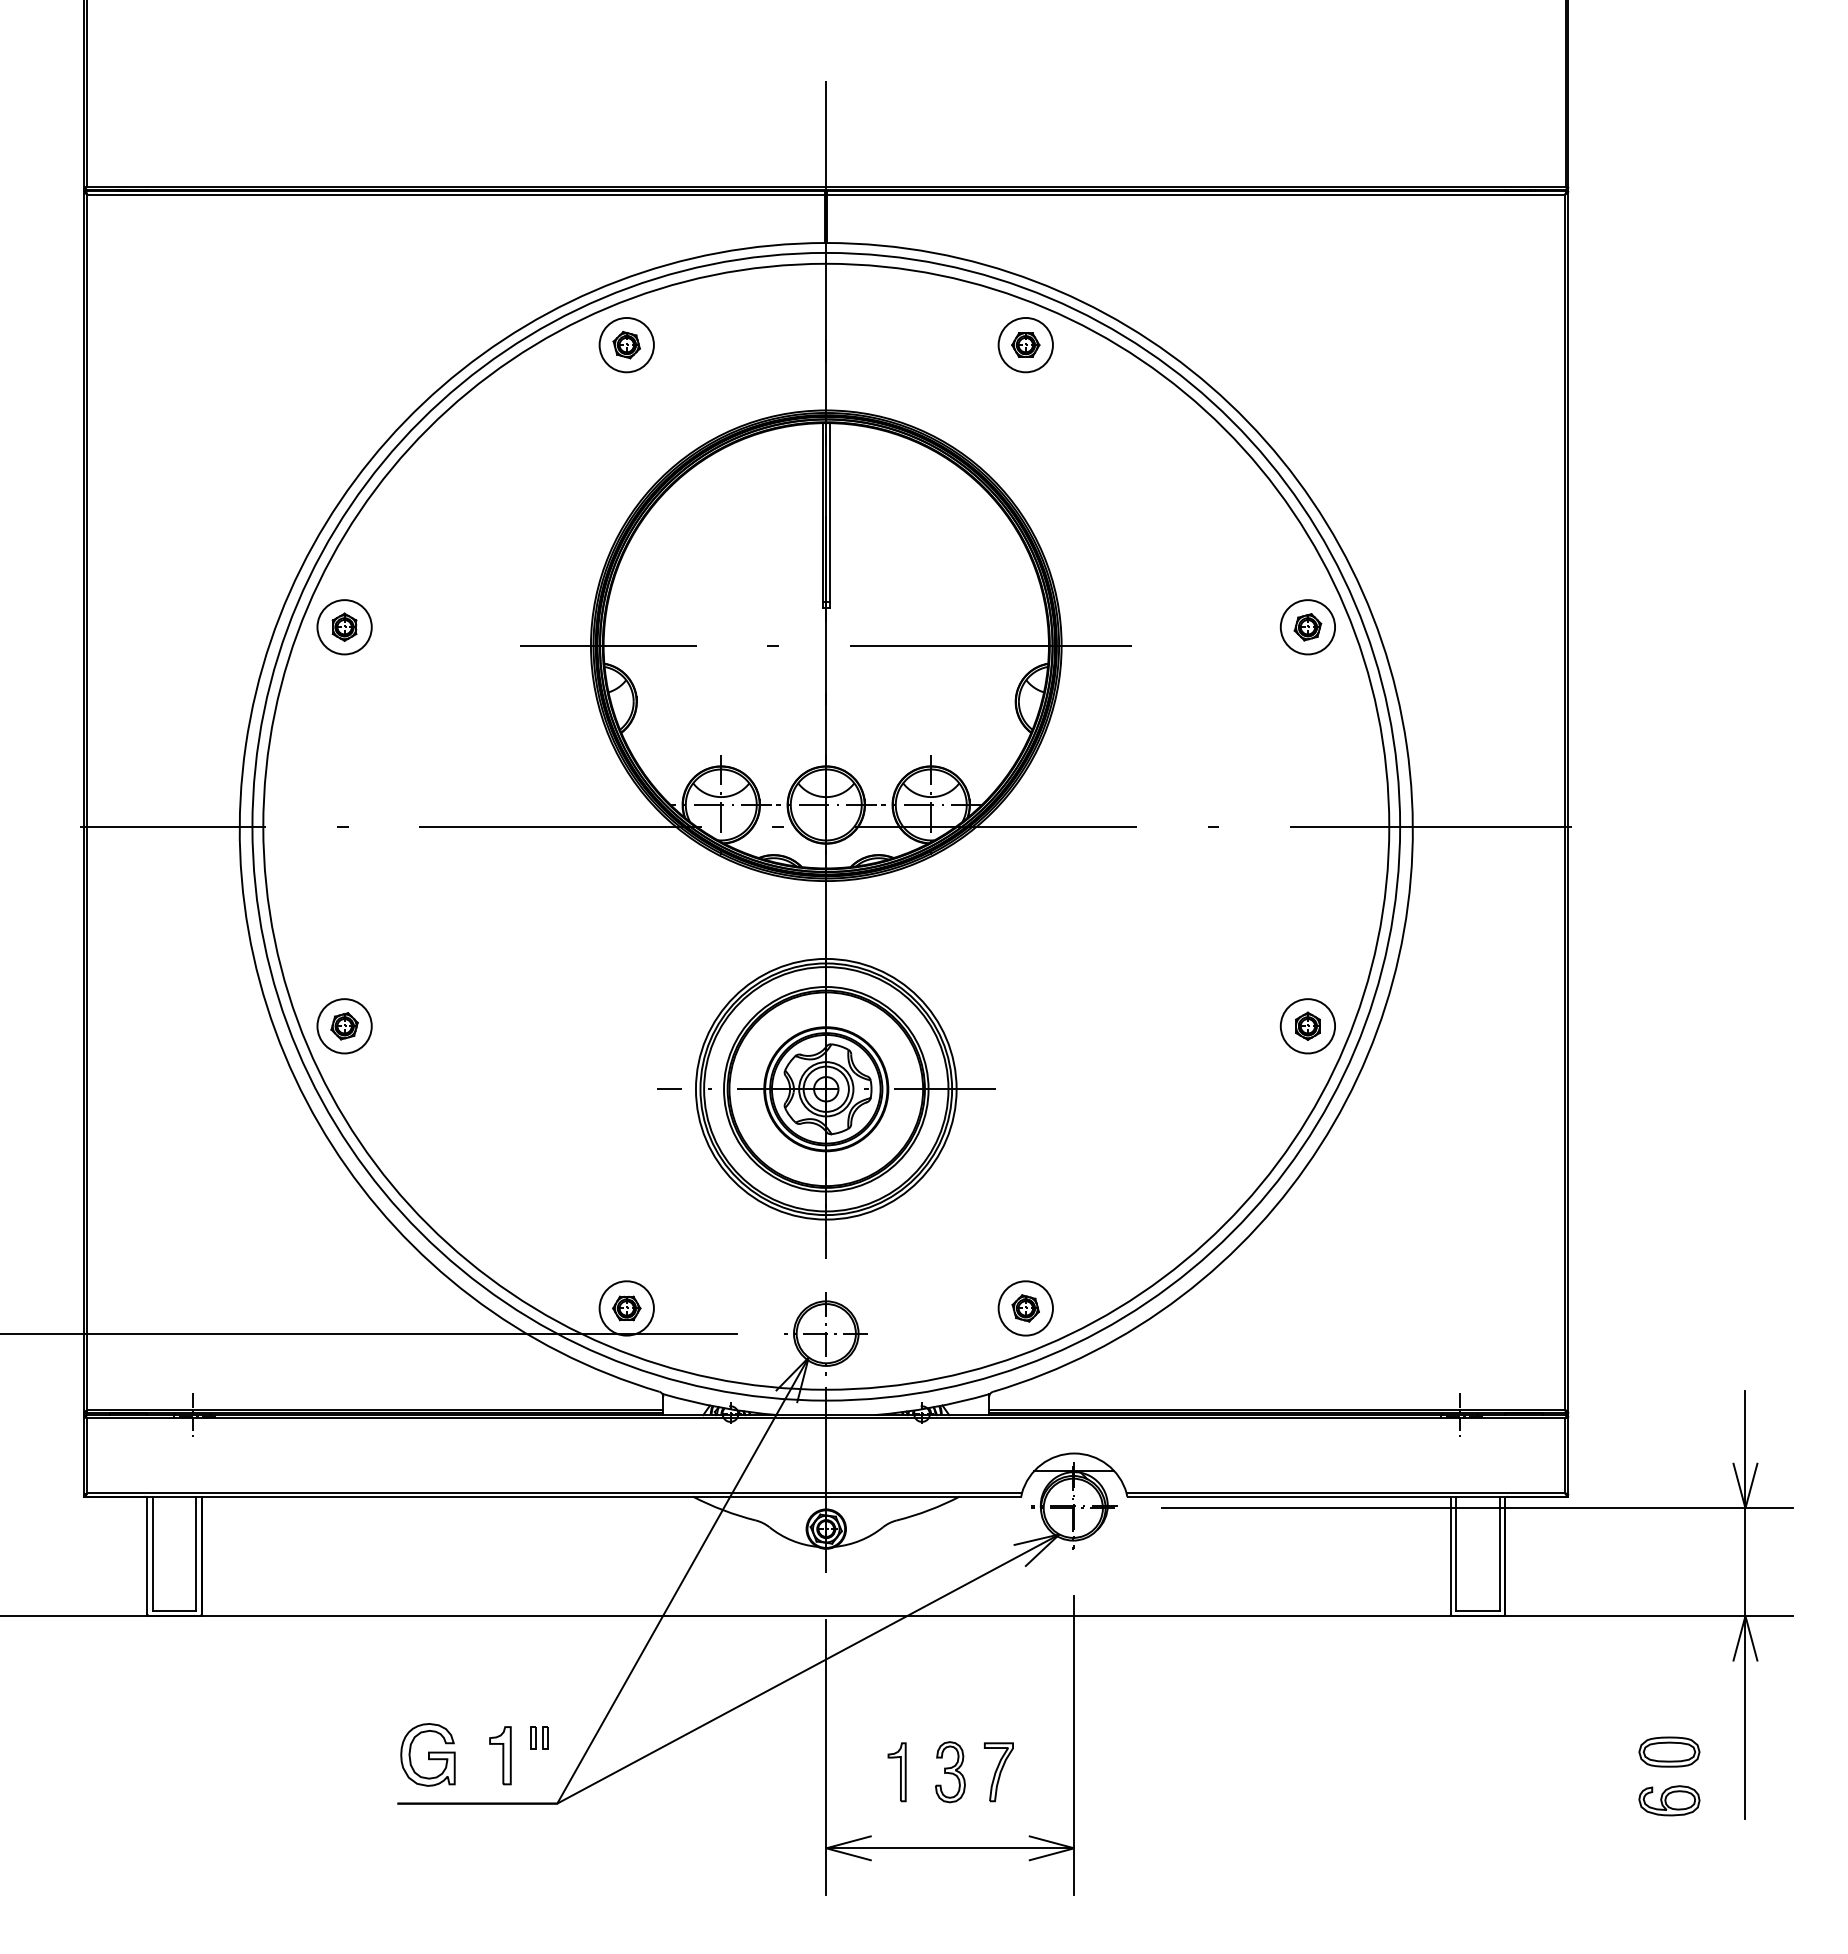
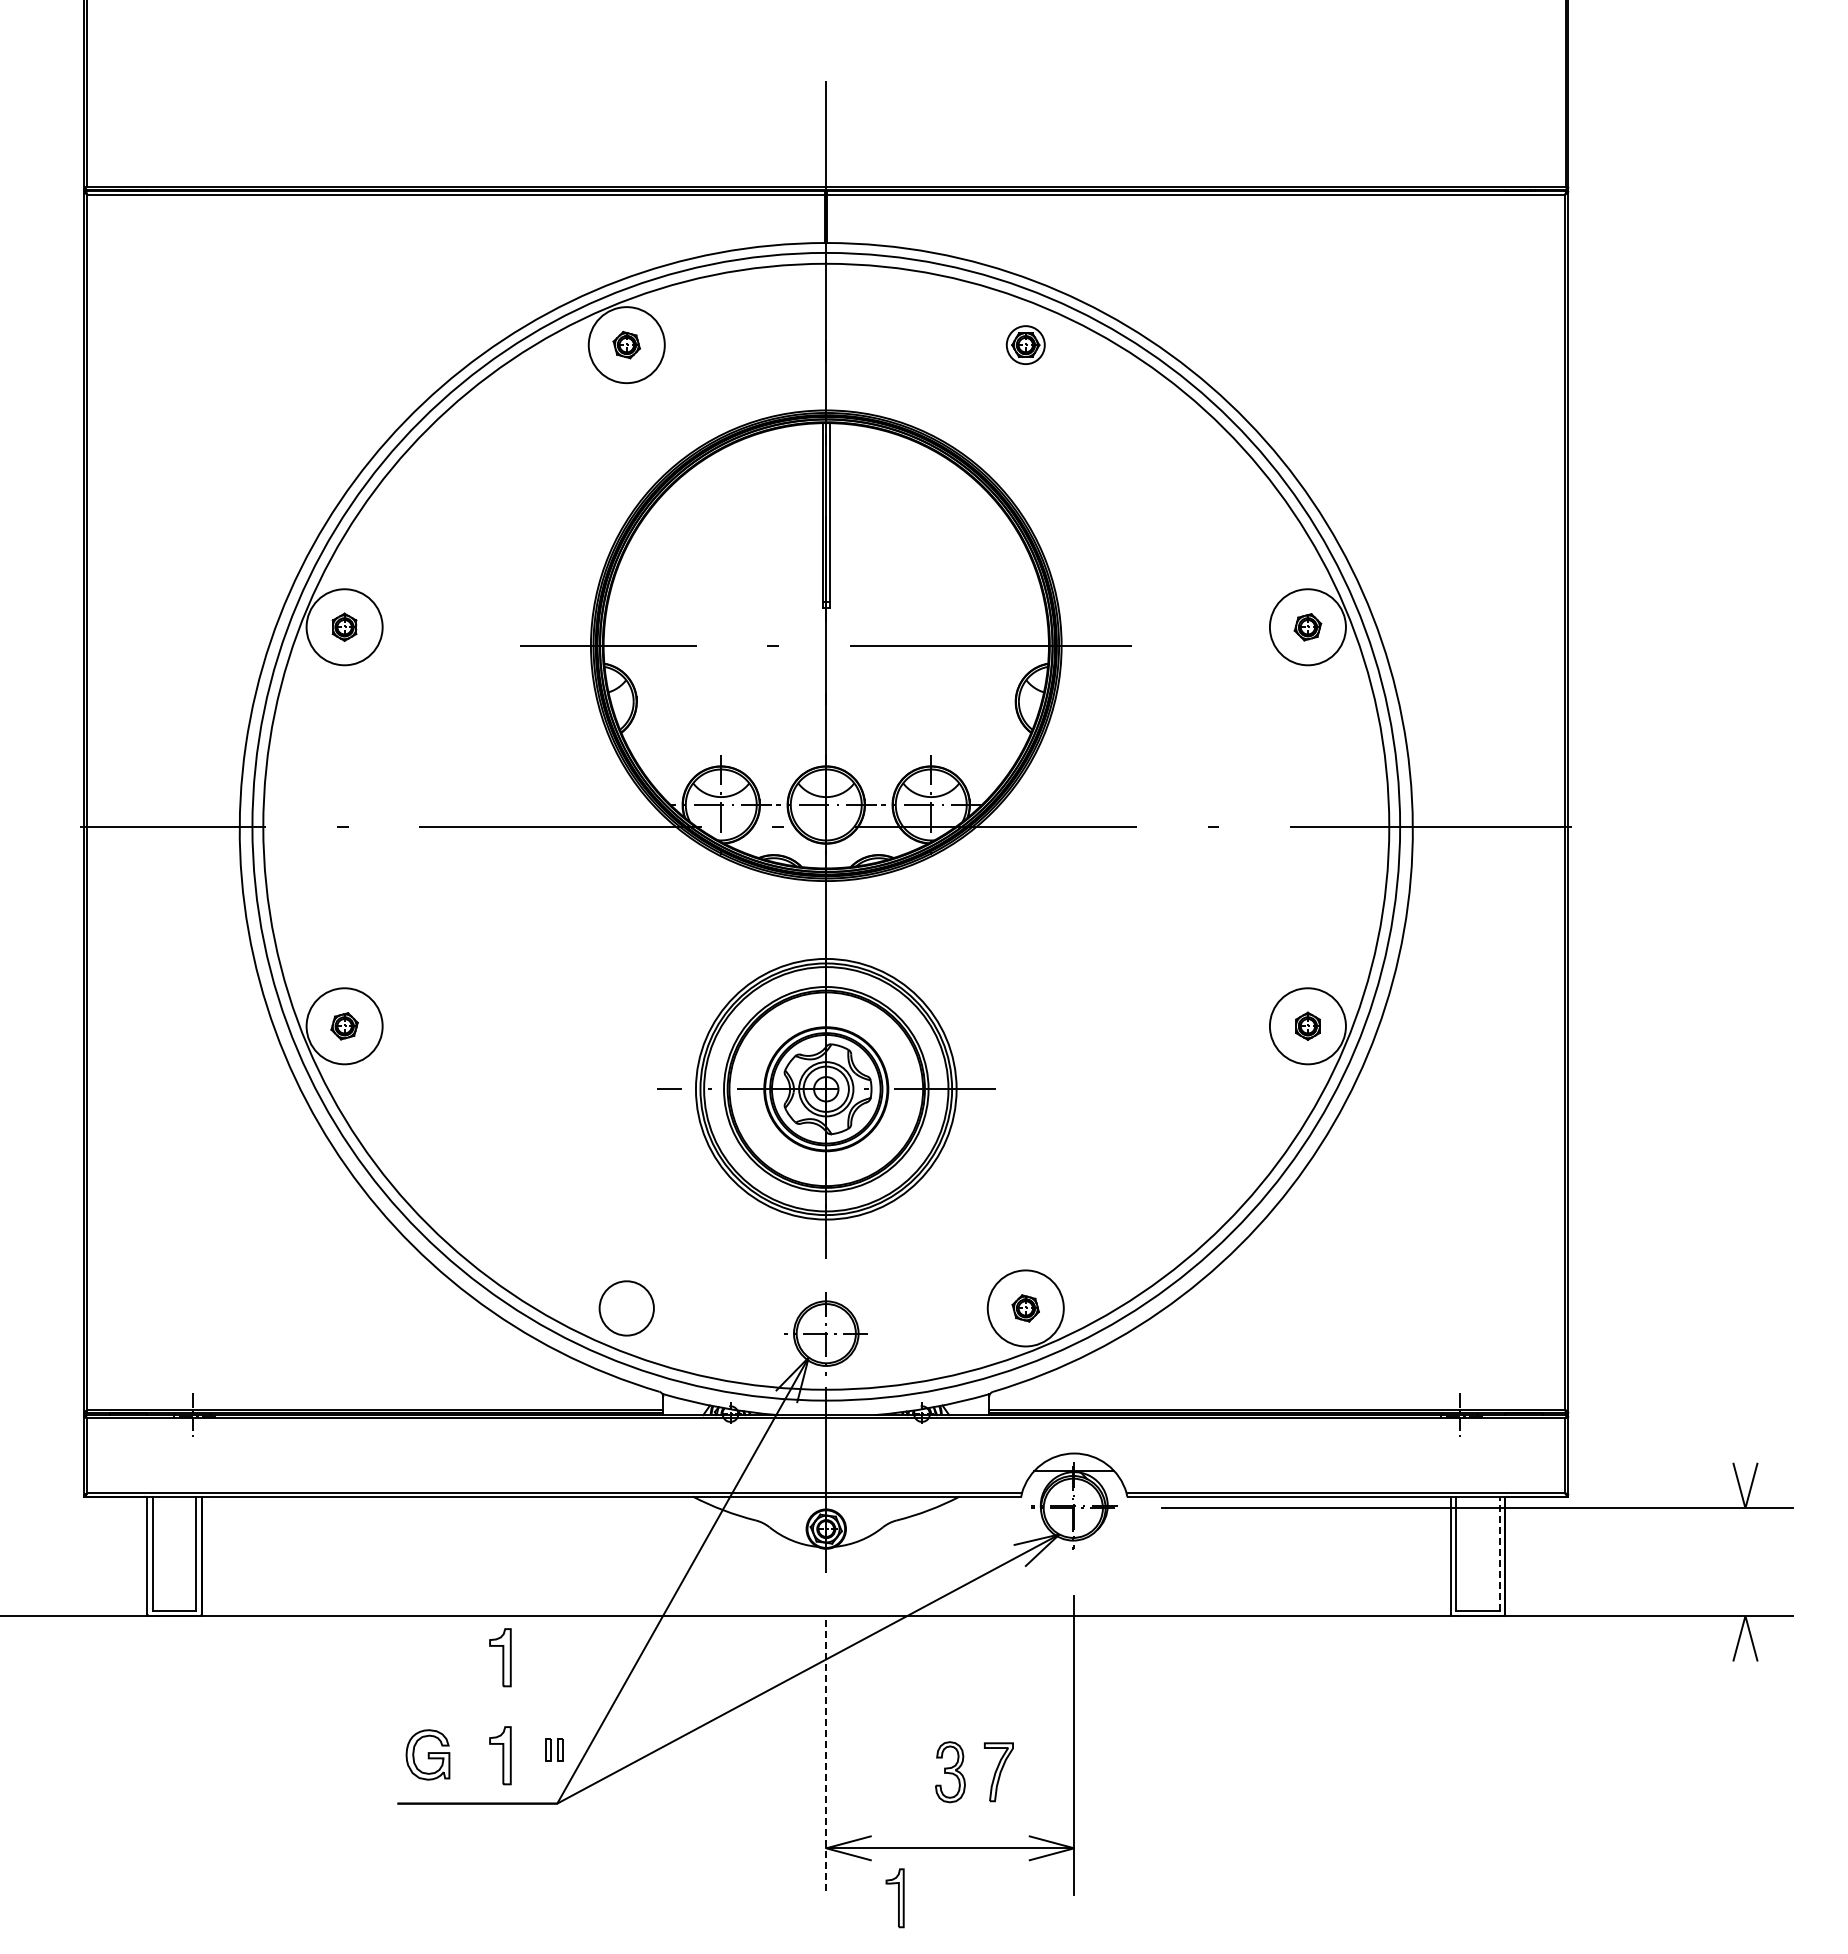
circle at (626, 344) diameter: 54 px -> 76 px
circle at (1025, 344) diameter: 54 px -> 38 px
circle at (344, 627) diameter: 54 px -> 76 px
circle at (1307, 627) diameter: 54 px -> 76 px
circle at (344, 1026) diameter: 54 px -> 76 px
circle at (1307, 1026) diameter: 54 px -> 76 px
part at (626, 1308): present -> none
circle at (1025, 1308) diameter: 54 px -> 76 px
line at (369, 1333): present -> none
line at (1499, 1553): solid -> dashed
line at (1745, 1604): present -> none
part at (500, 1657): none -> present
part at (539, 1737) position: (539, 1737) -> (554, 1749)
part at (1669, 1751): present -> none
part at (427, 1754) size: 56x64 px -> 46x52 px
line at (826, 1757): solid -> dashed
part at (896, 1772) position: (896, 1772) -> (894, 1898)
part at (1669, 1800): present -> none
